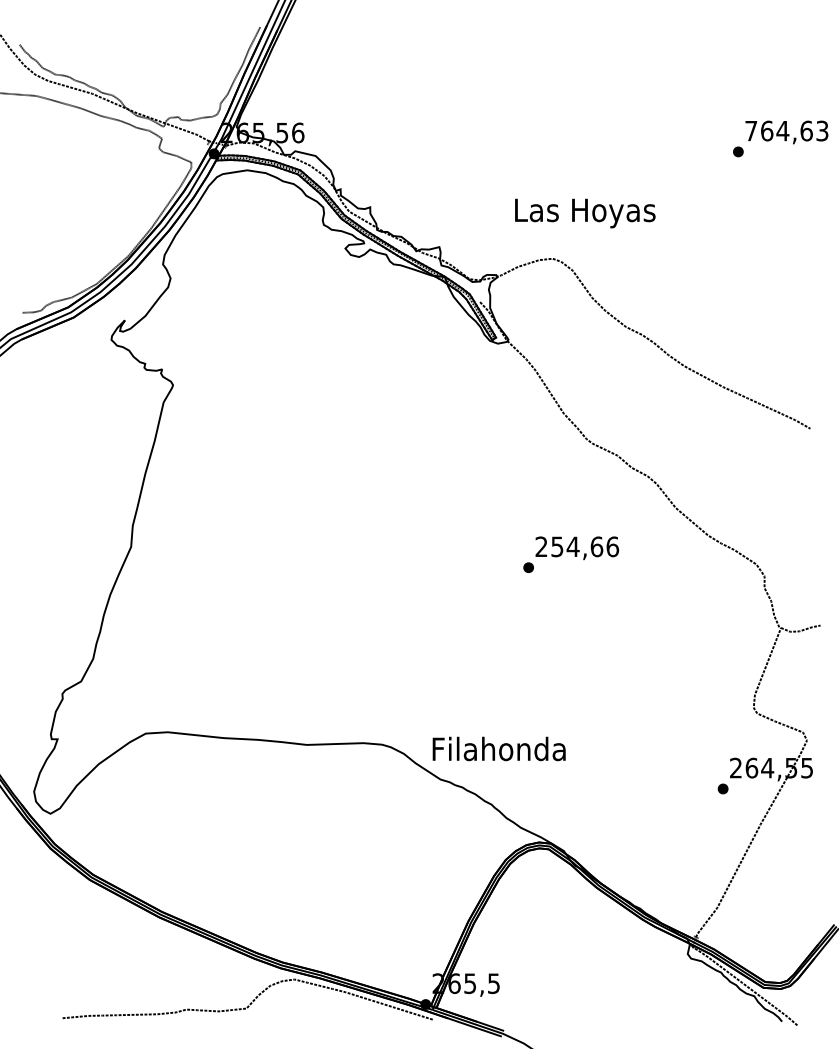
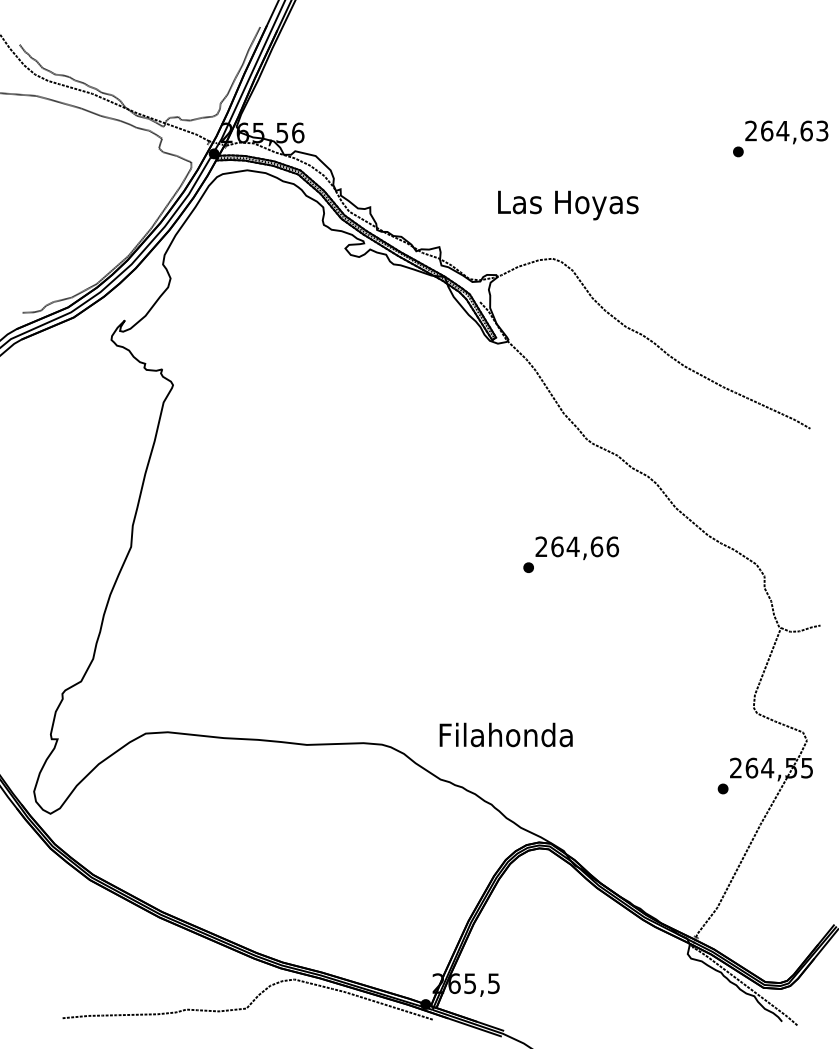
text at (751, 130): 764,63 -> 264,63
text at (585, 213) position: (585, 213) -> (568, 205)
text at (557, 546): 254,66 -> 264,66
text at (498, 748) position: (498, 748) -> (505, 734)
